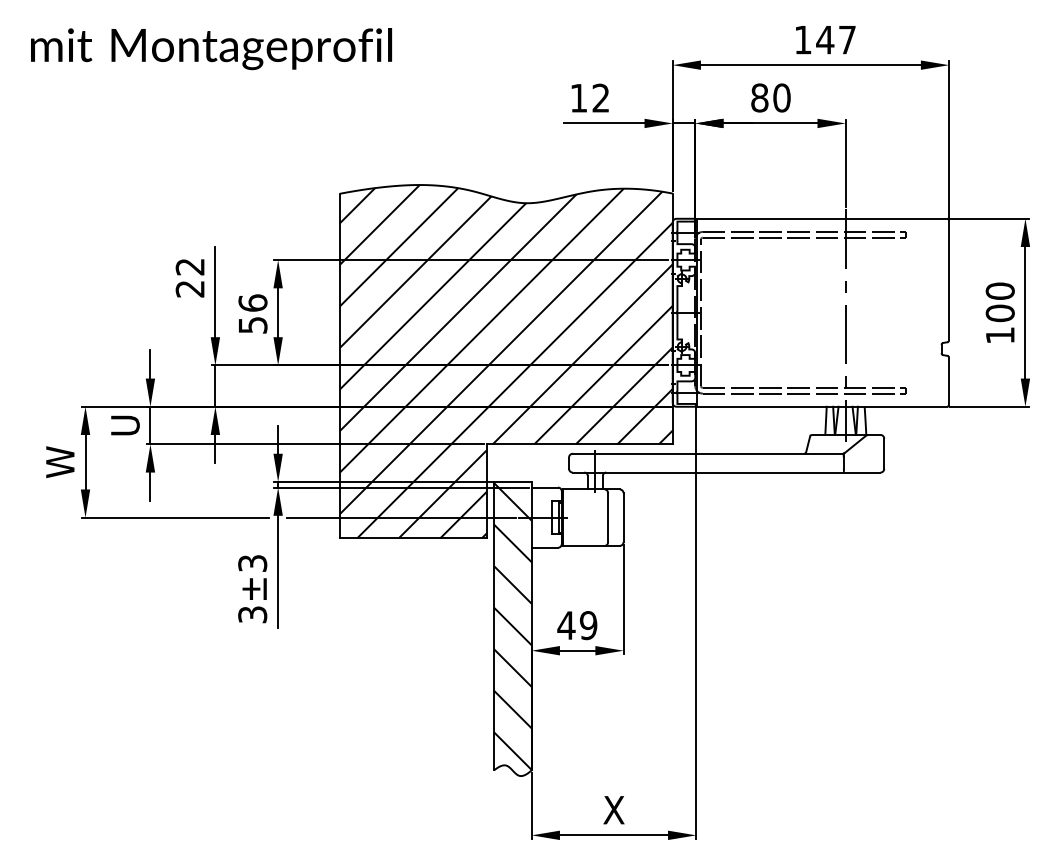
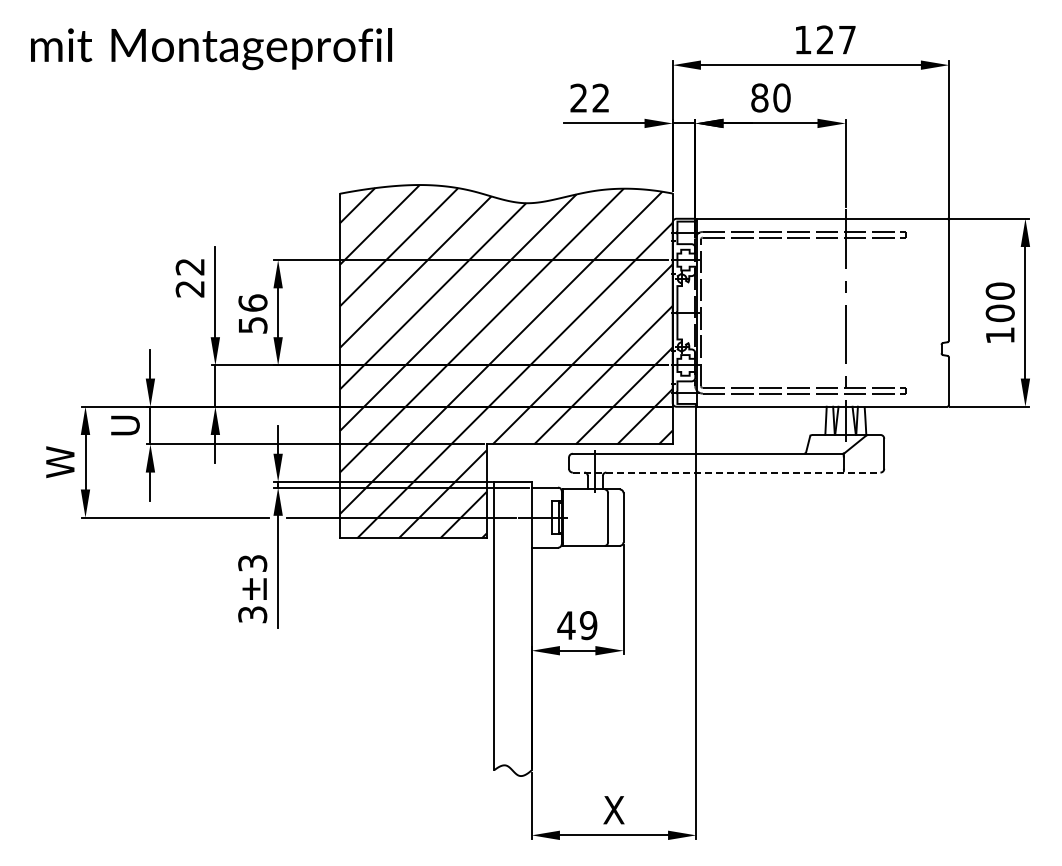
text at (825, 39): 147 -> 127
text at (578, 97): 12 -> 22
line at (726, 472): solid -> dashed
hatch at (512, 626): present -> none
